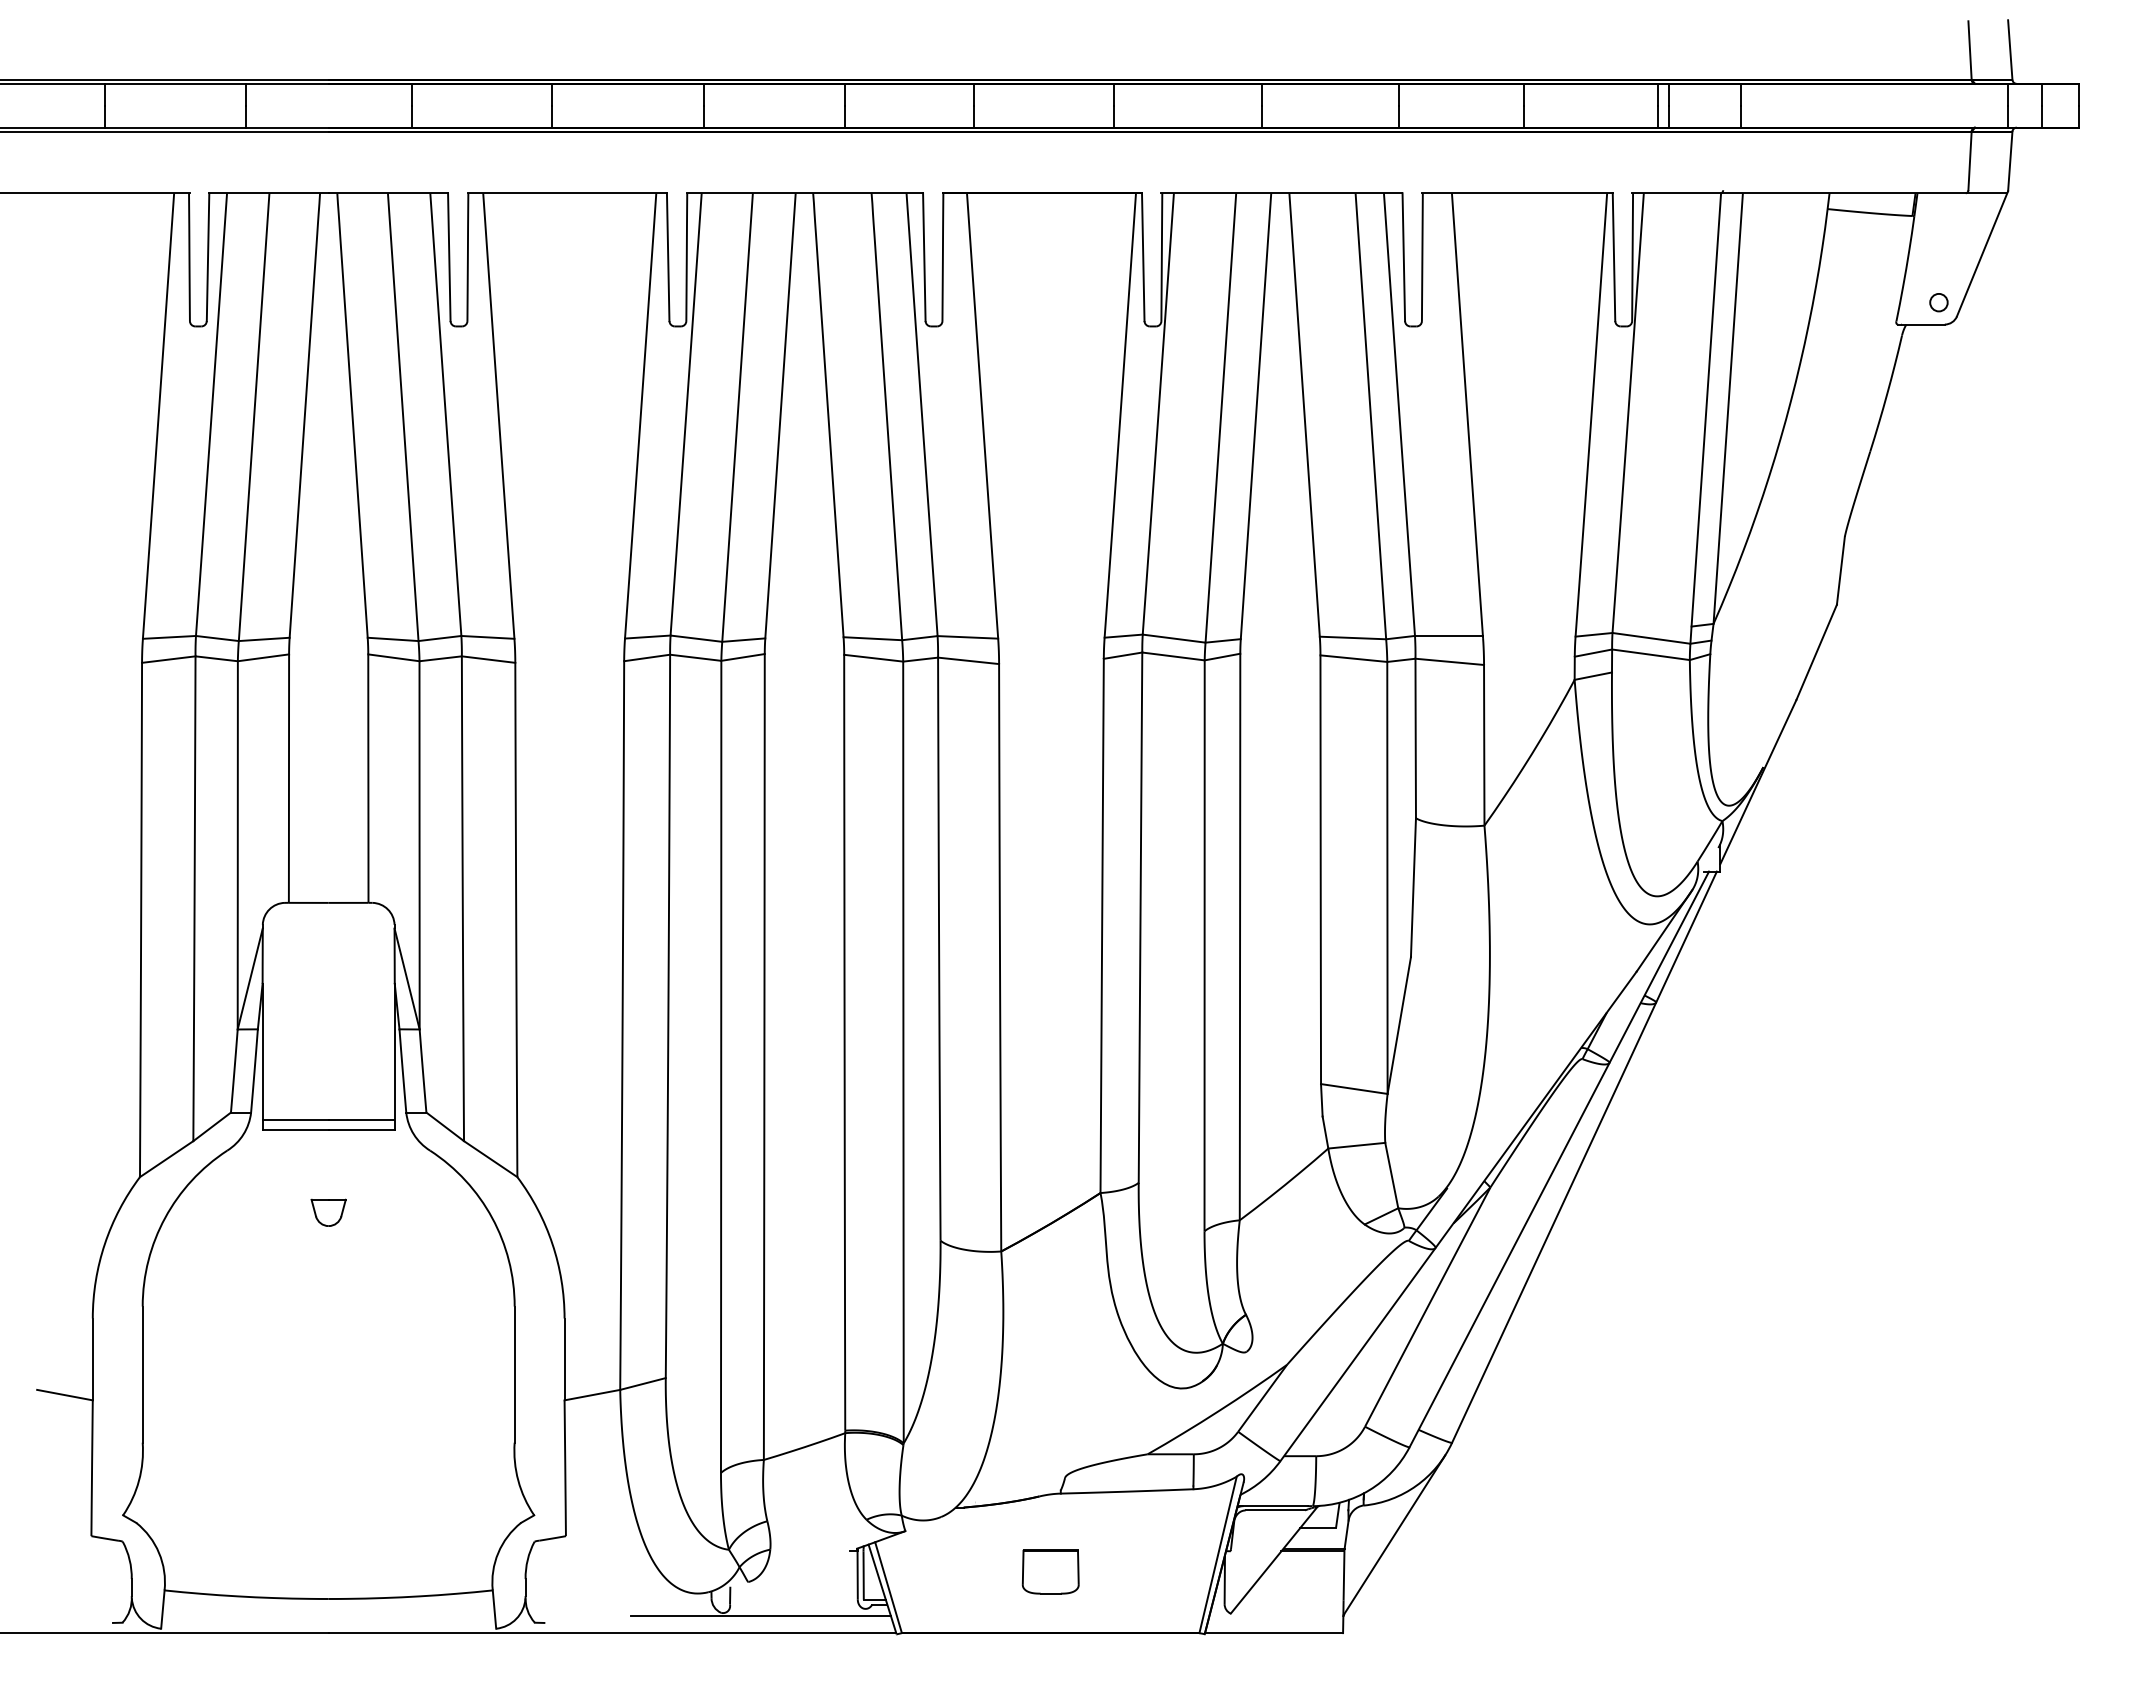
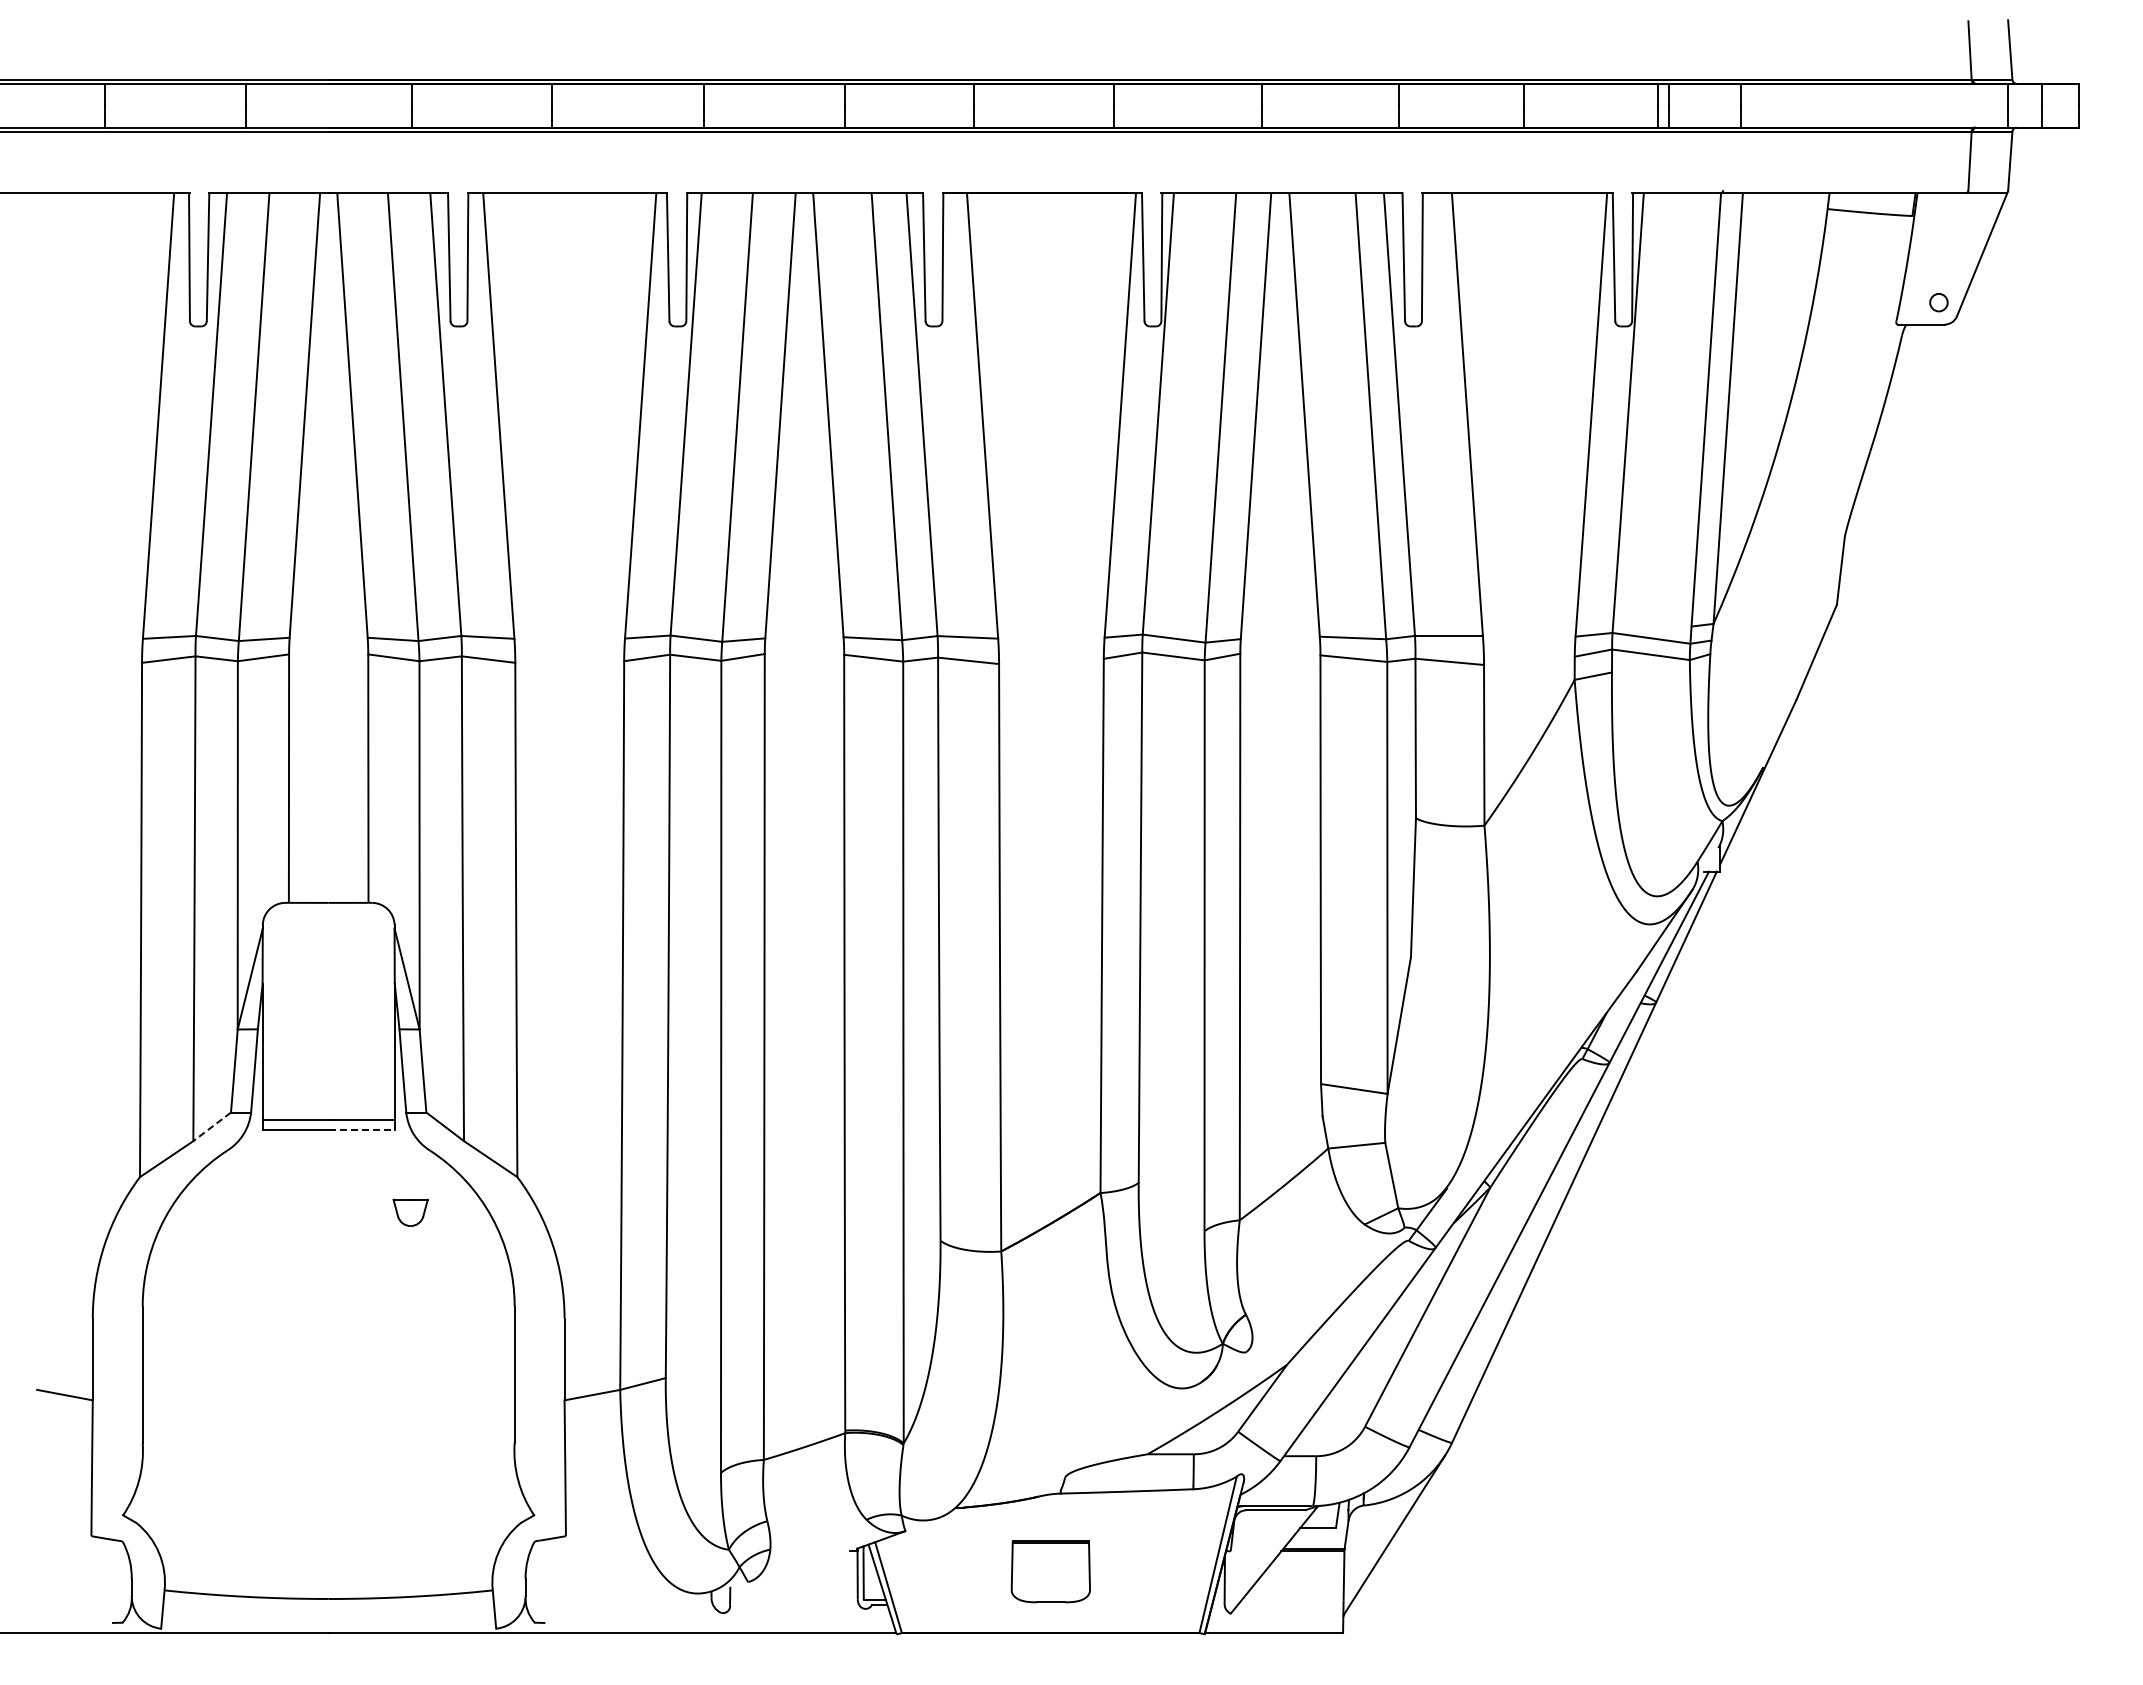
line at (212, 1126): solid -> dashed
line at (362, 1129): solid -> dashed
part at (328, 1212) position: (328, 1212) -> (410, 1212)
part at (1050, 1571) size: 59x46 px -> 81x64 px
line at (760, 1615): present -> none
